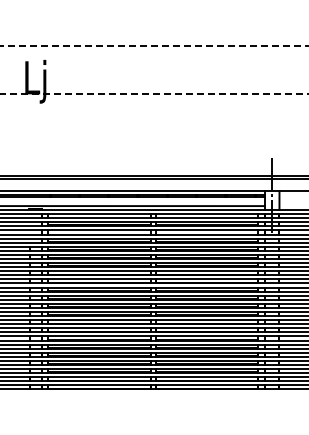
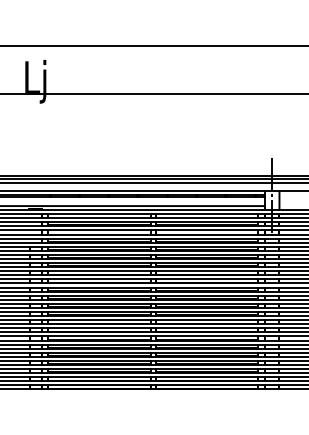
line at (154, 45): dashed -> solid
line at (154, 94): dashed -> solid
line at (153, 182): none -> present
